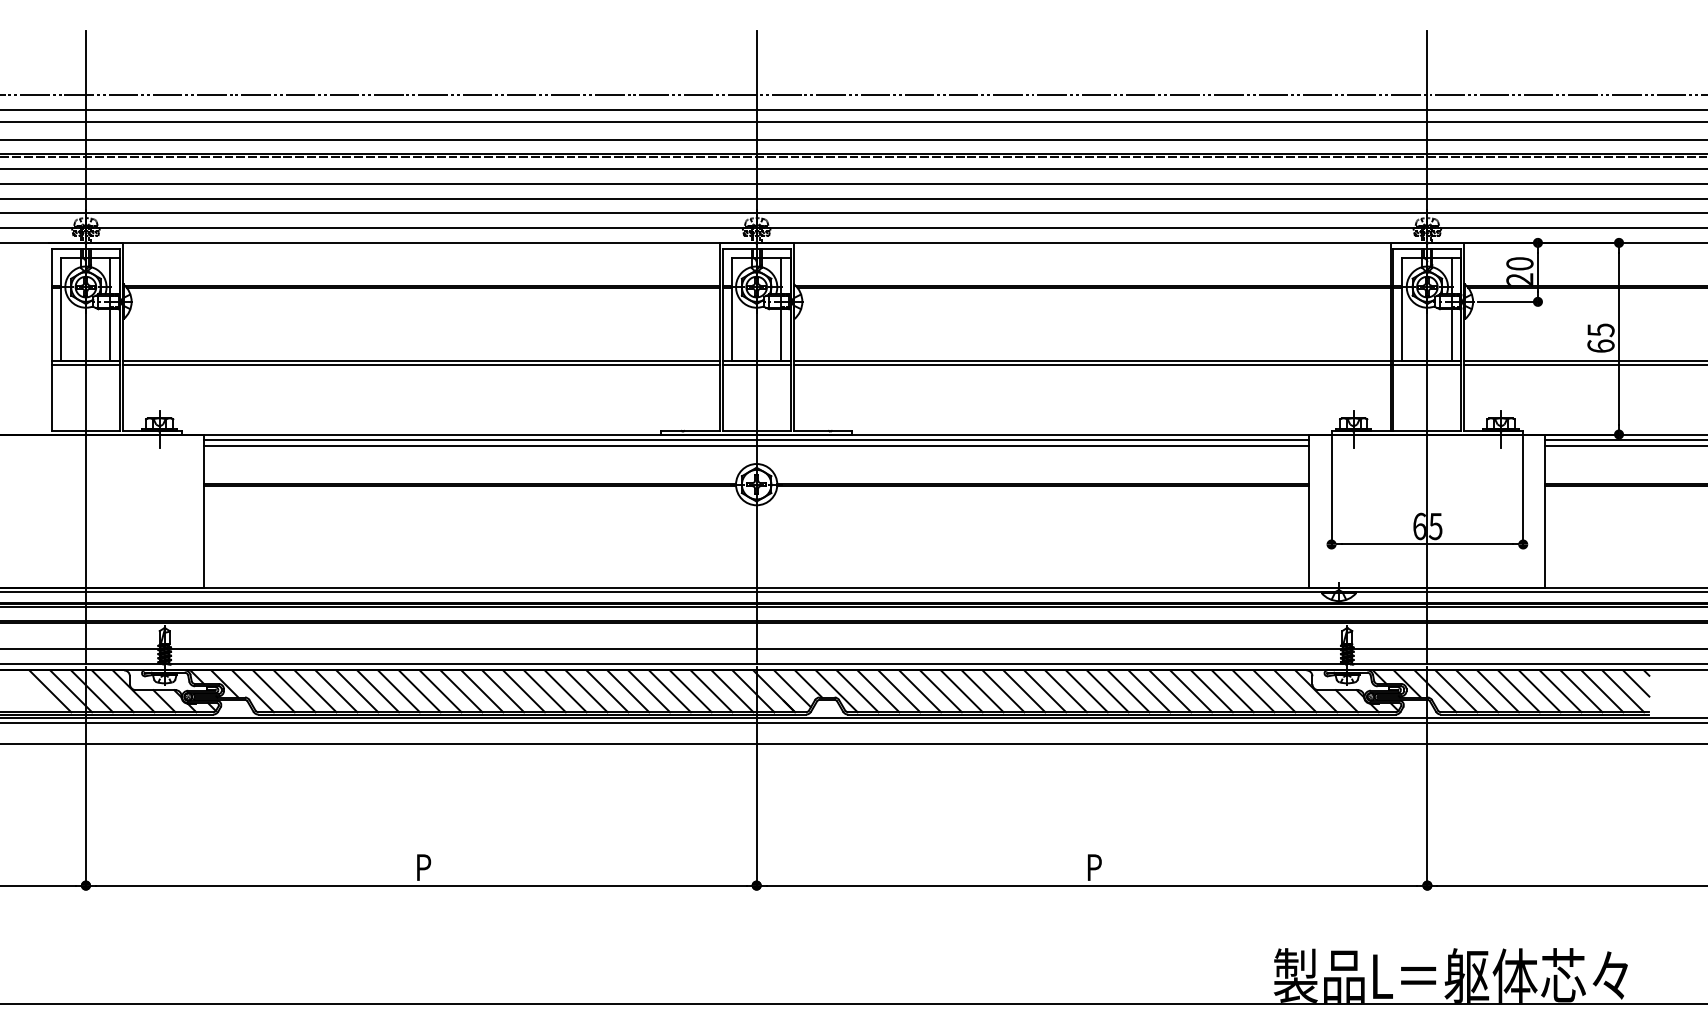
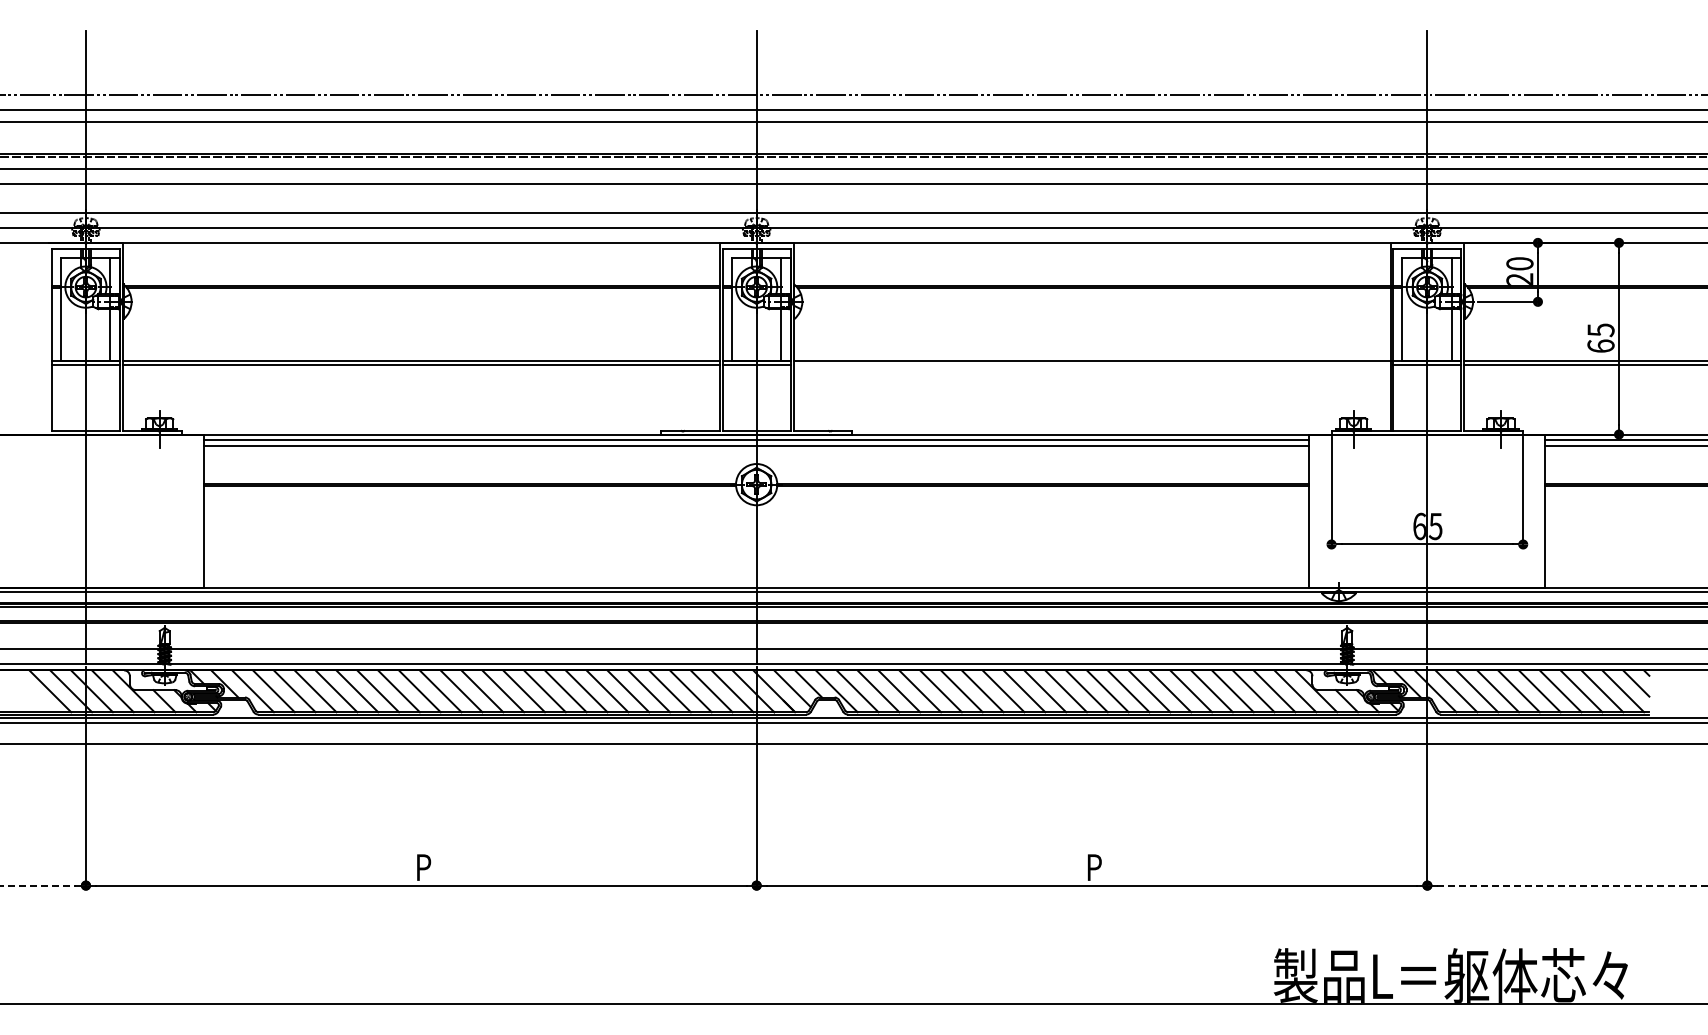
line at (853, 139): present -> none
line at (853, 198): present -> none
line at (1091, 365): present -> none
line at (38, 885): solid -> dashed
line at (1572, 885): solid -> dashed
